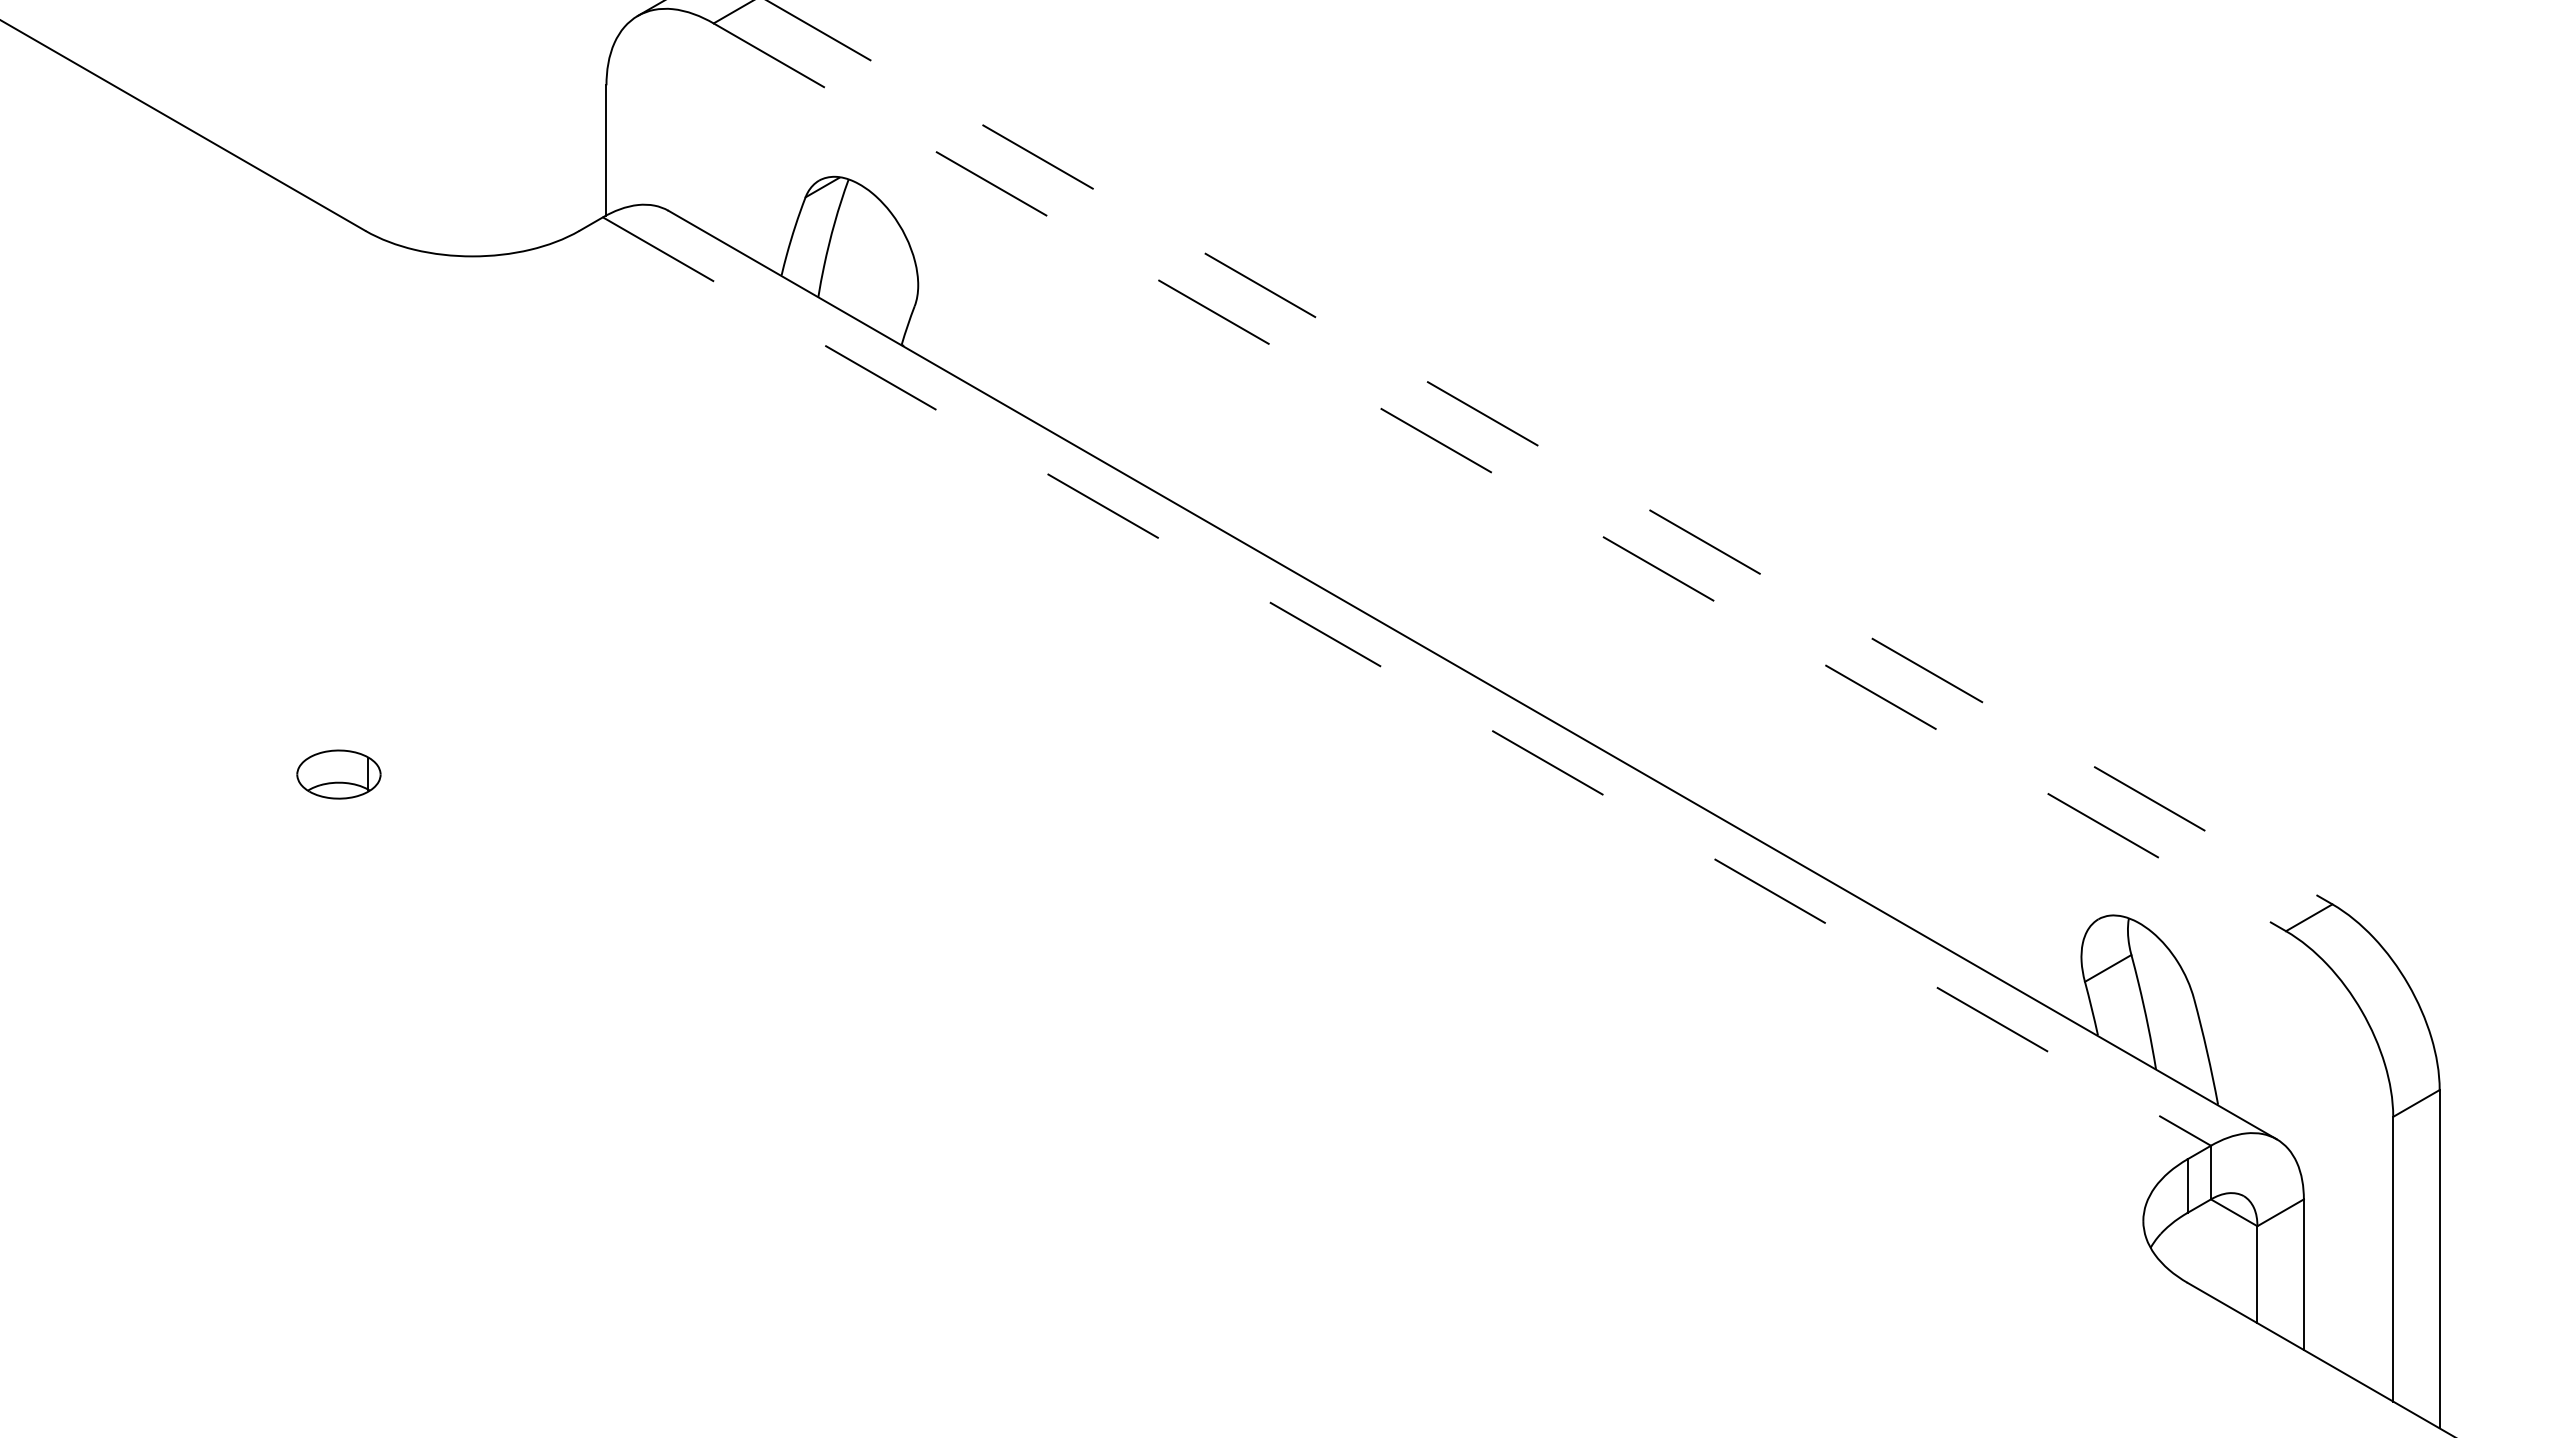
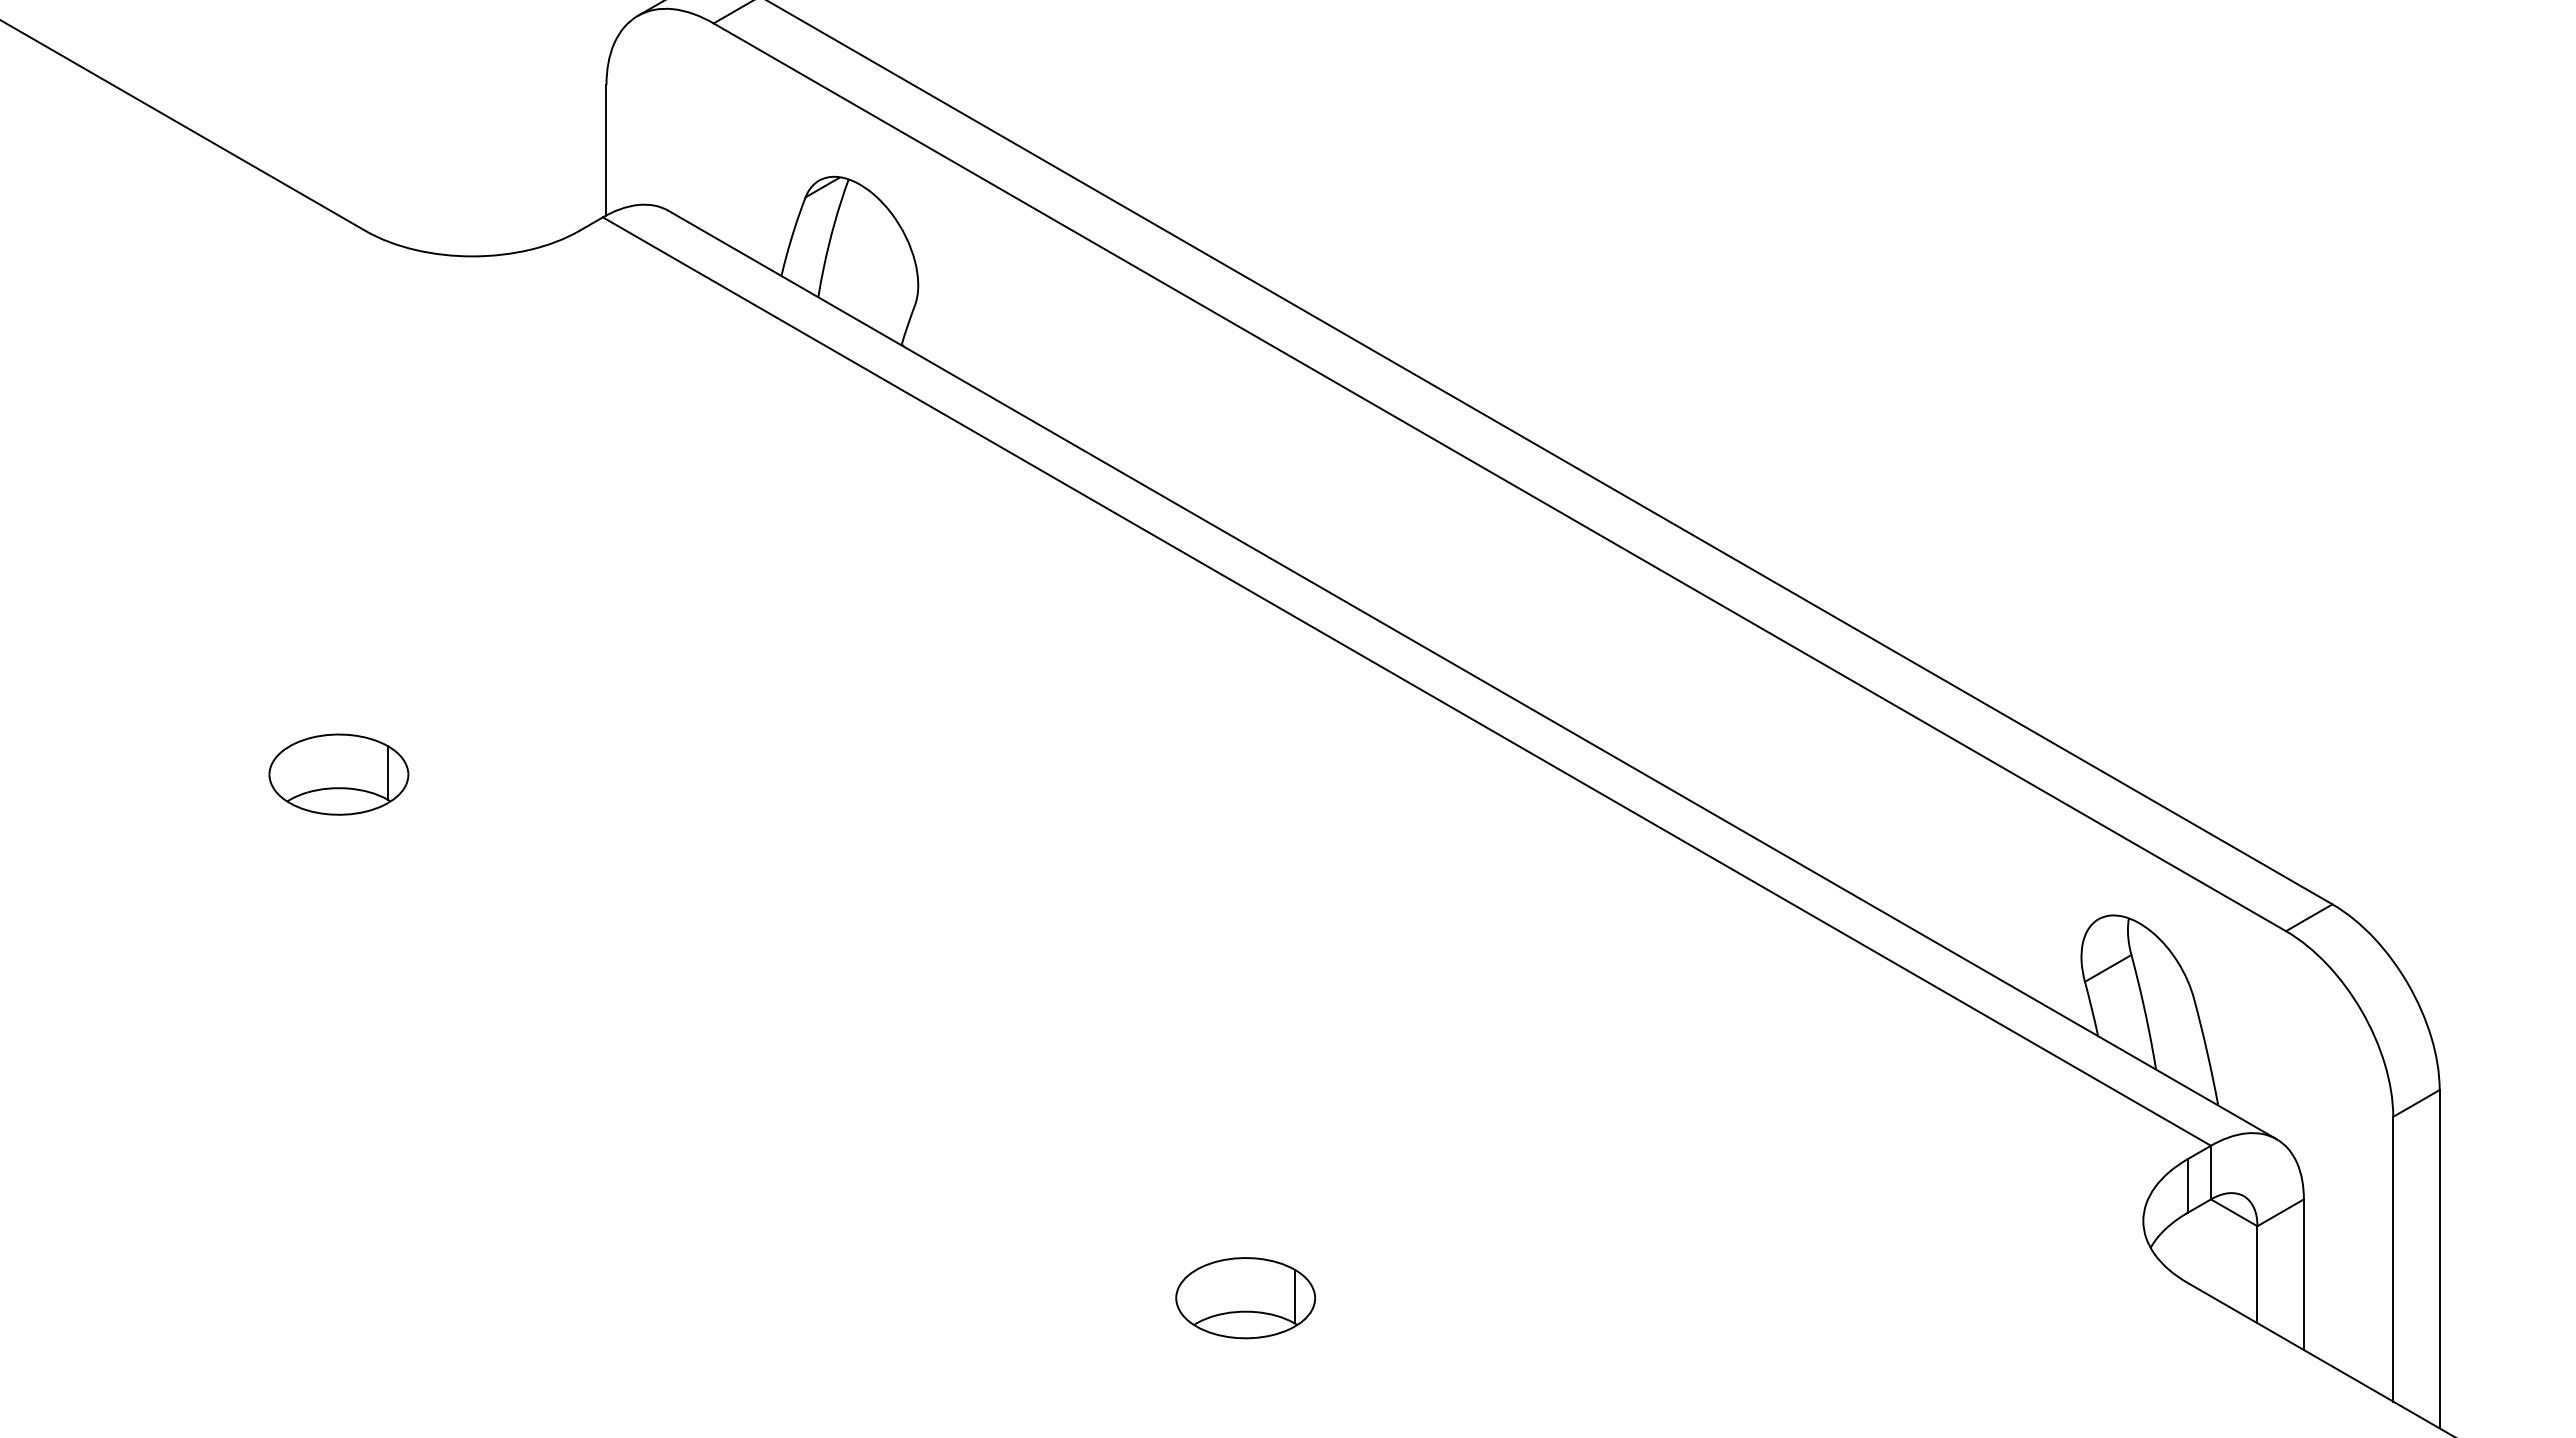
line at (1549, 452): dashed -> solid
line at (1499, 477): dashed -> solid
line at (1407, 681): dashed -> solid
part at (338, 774) size: 86x51 px -> 142x83 px
part at (1245, 1298): none -> present
